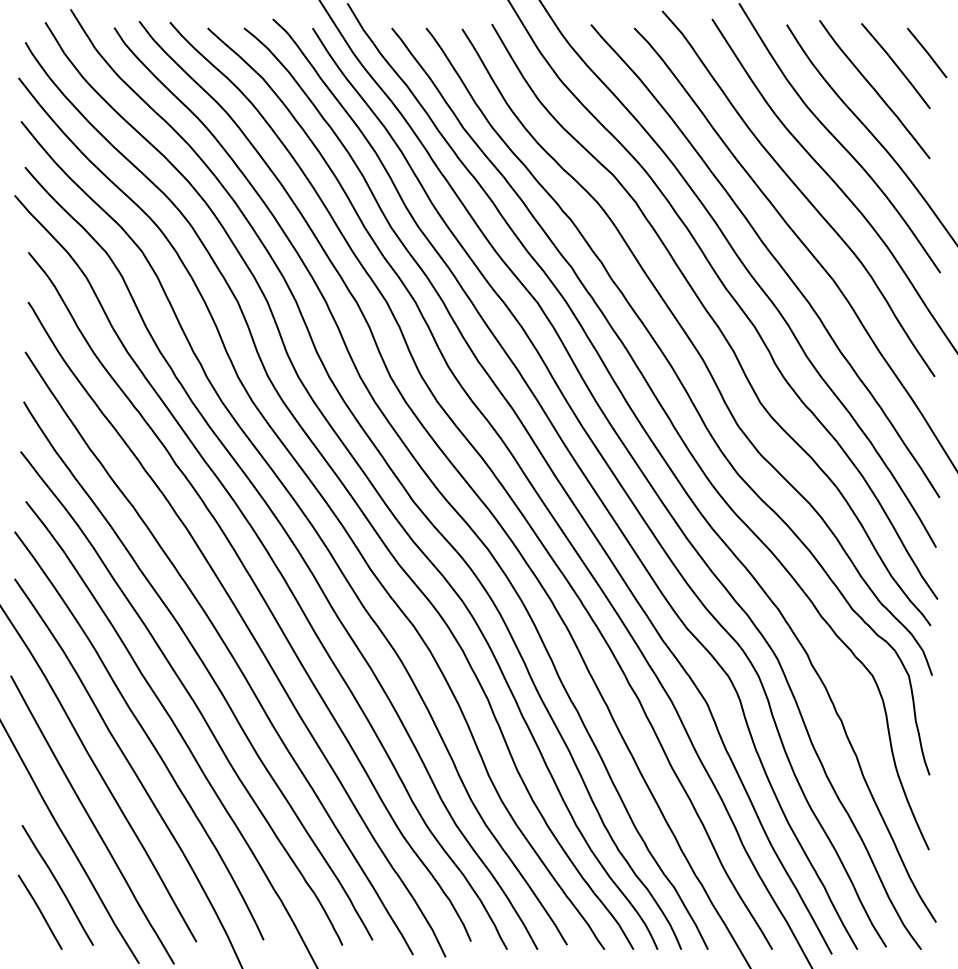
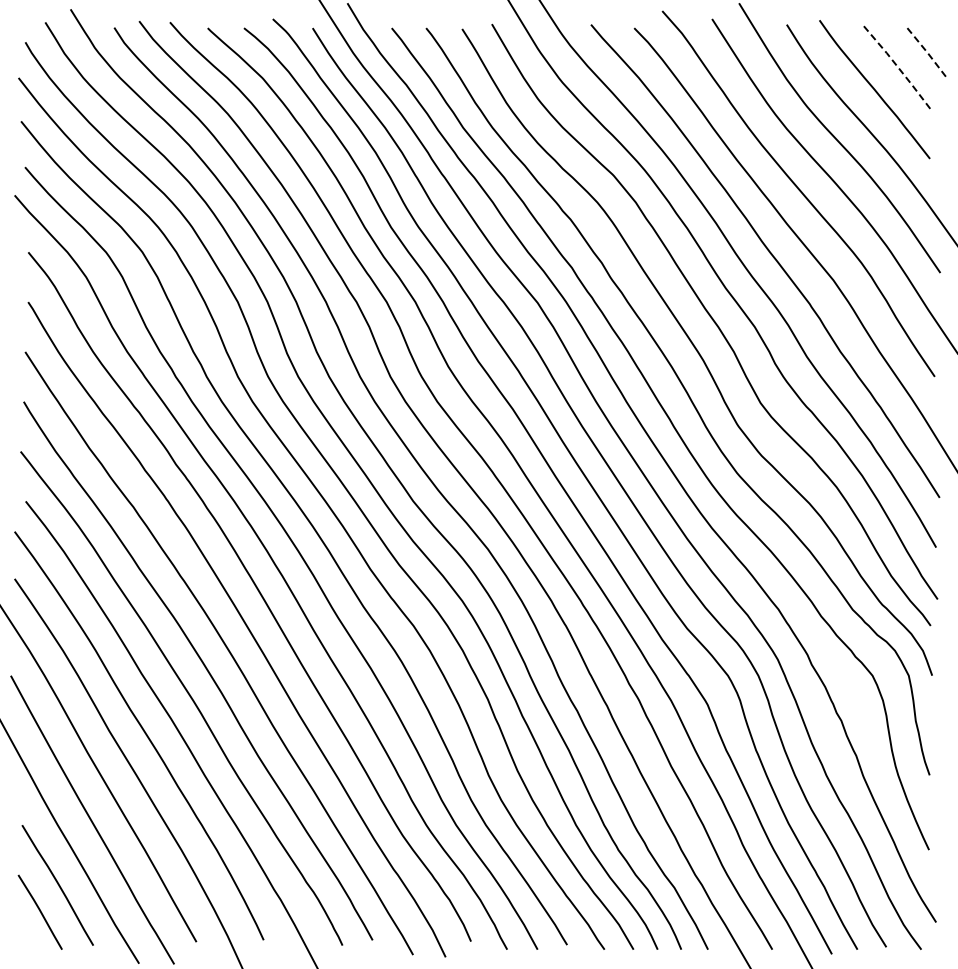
line at (927, 53): solid -> dashed
line at (896, 65): solid -> dashed
